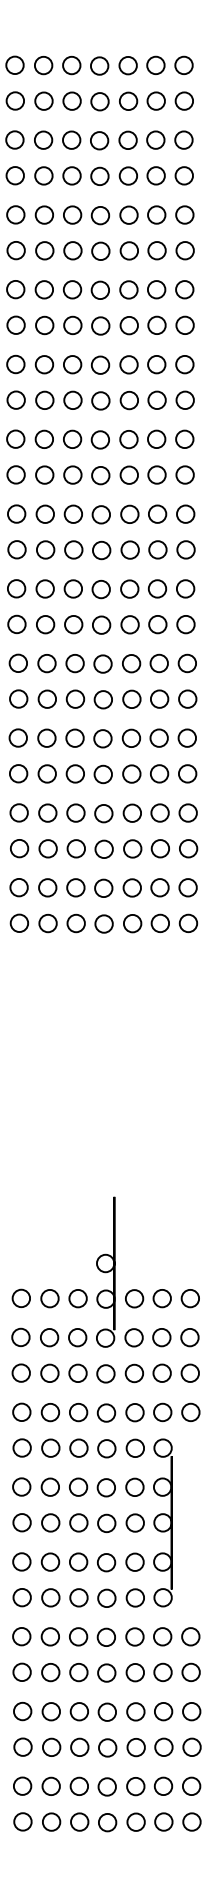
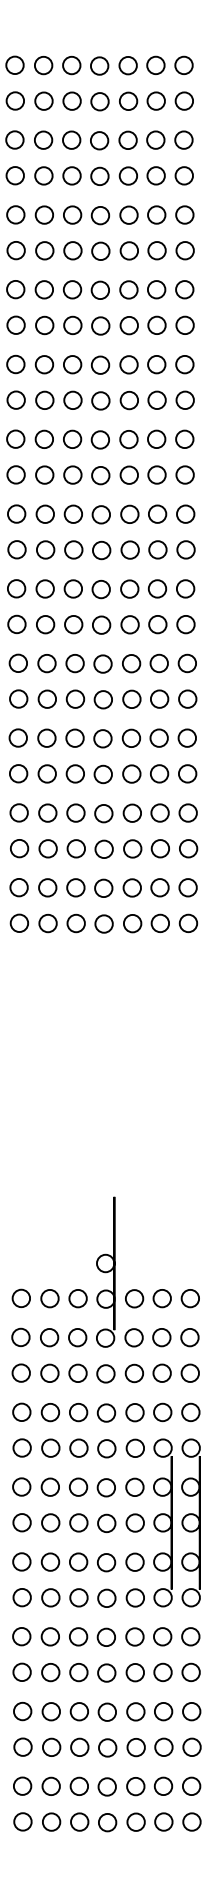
part at (190, 1522): none -> present
